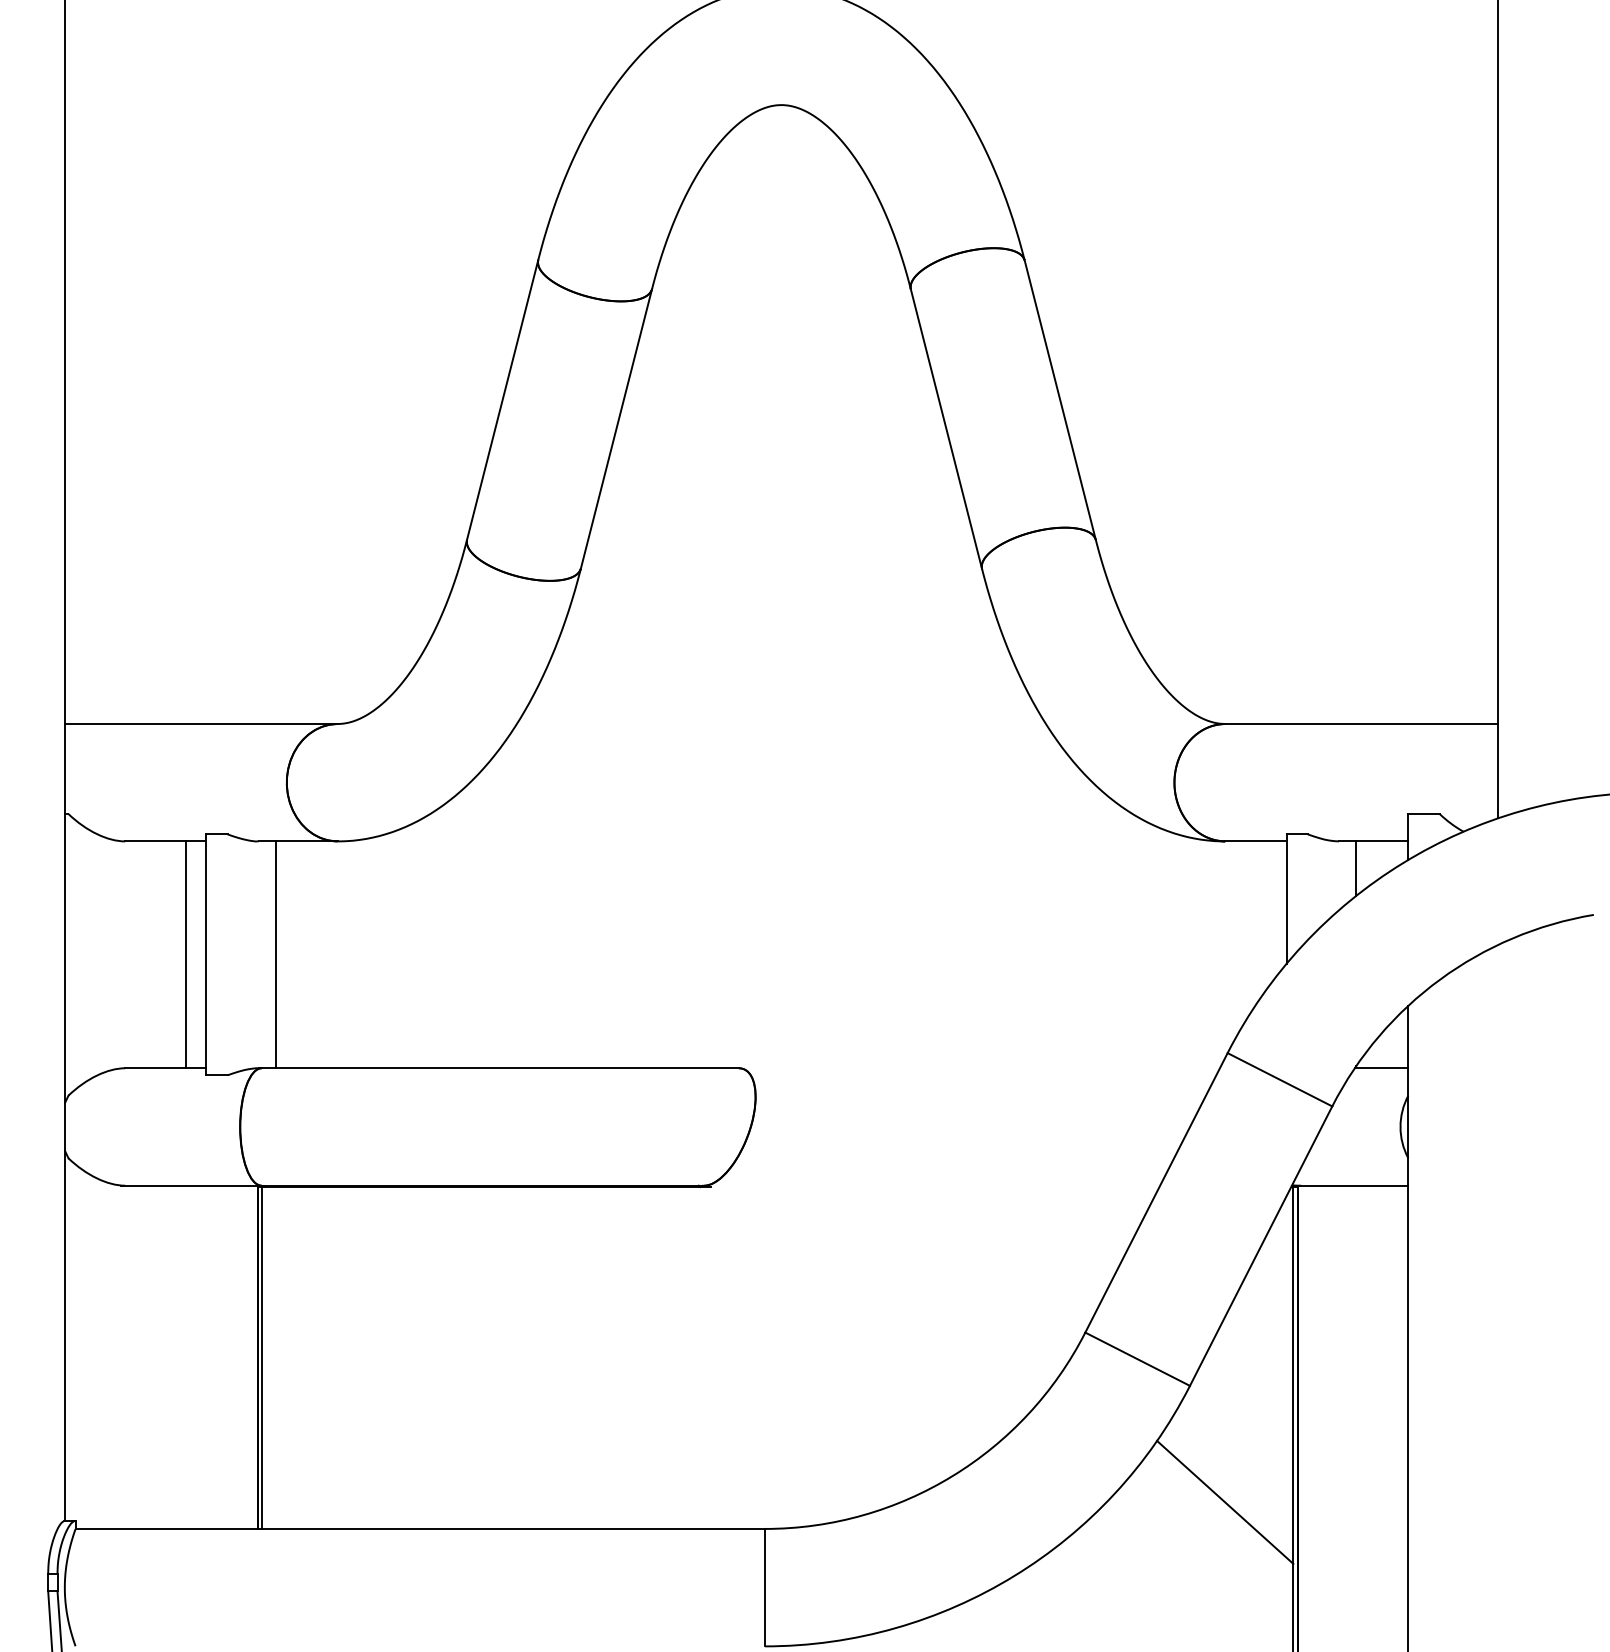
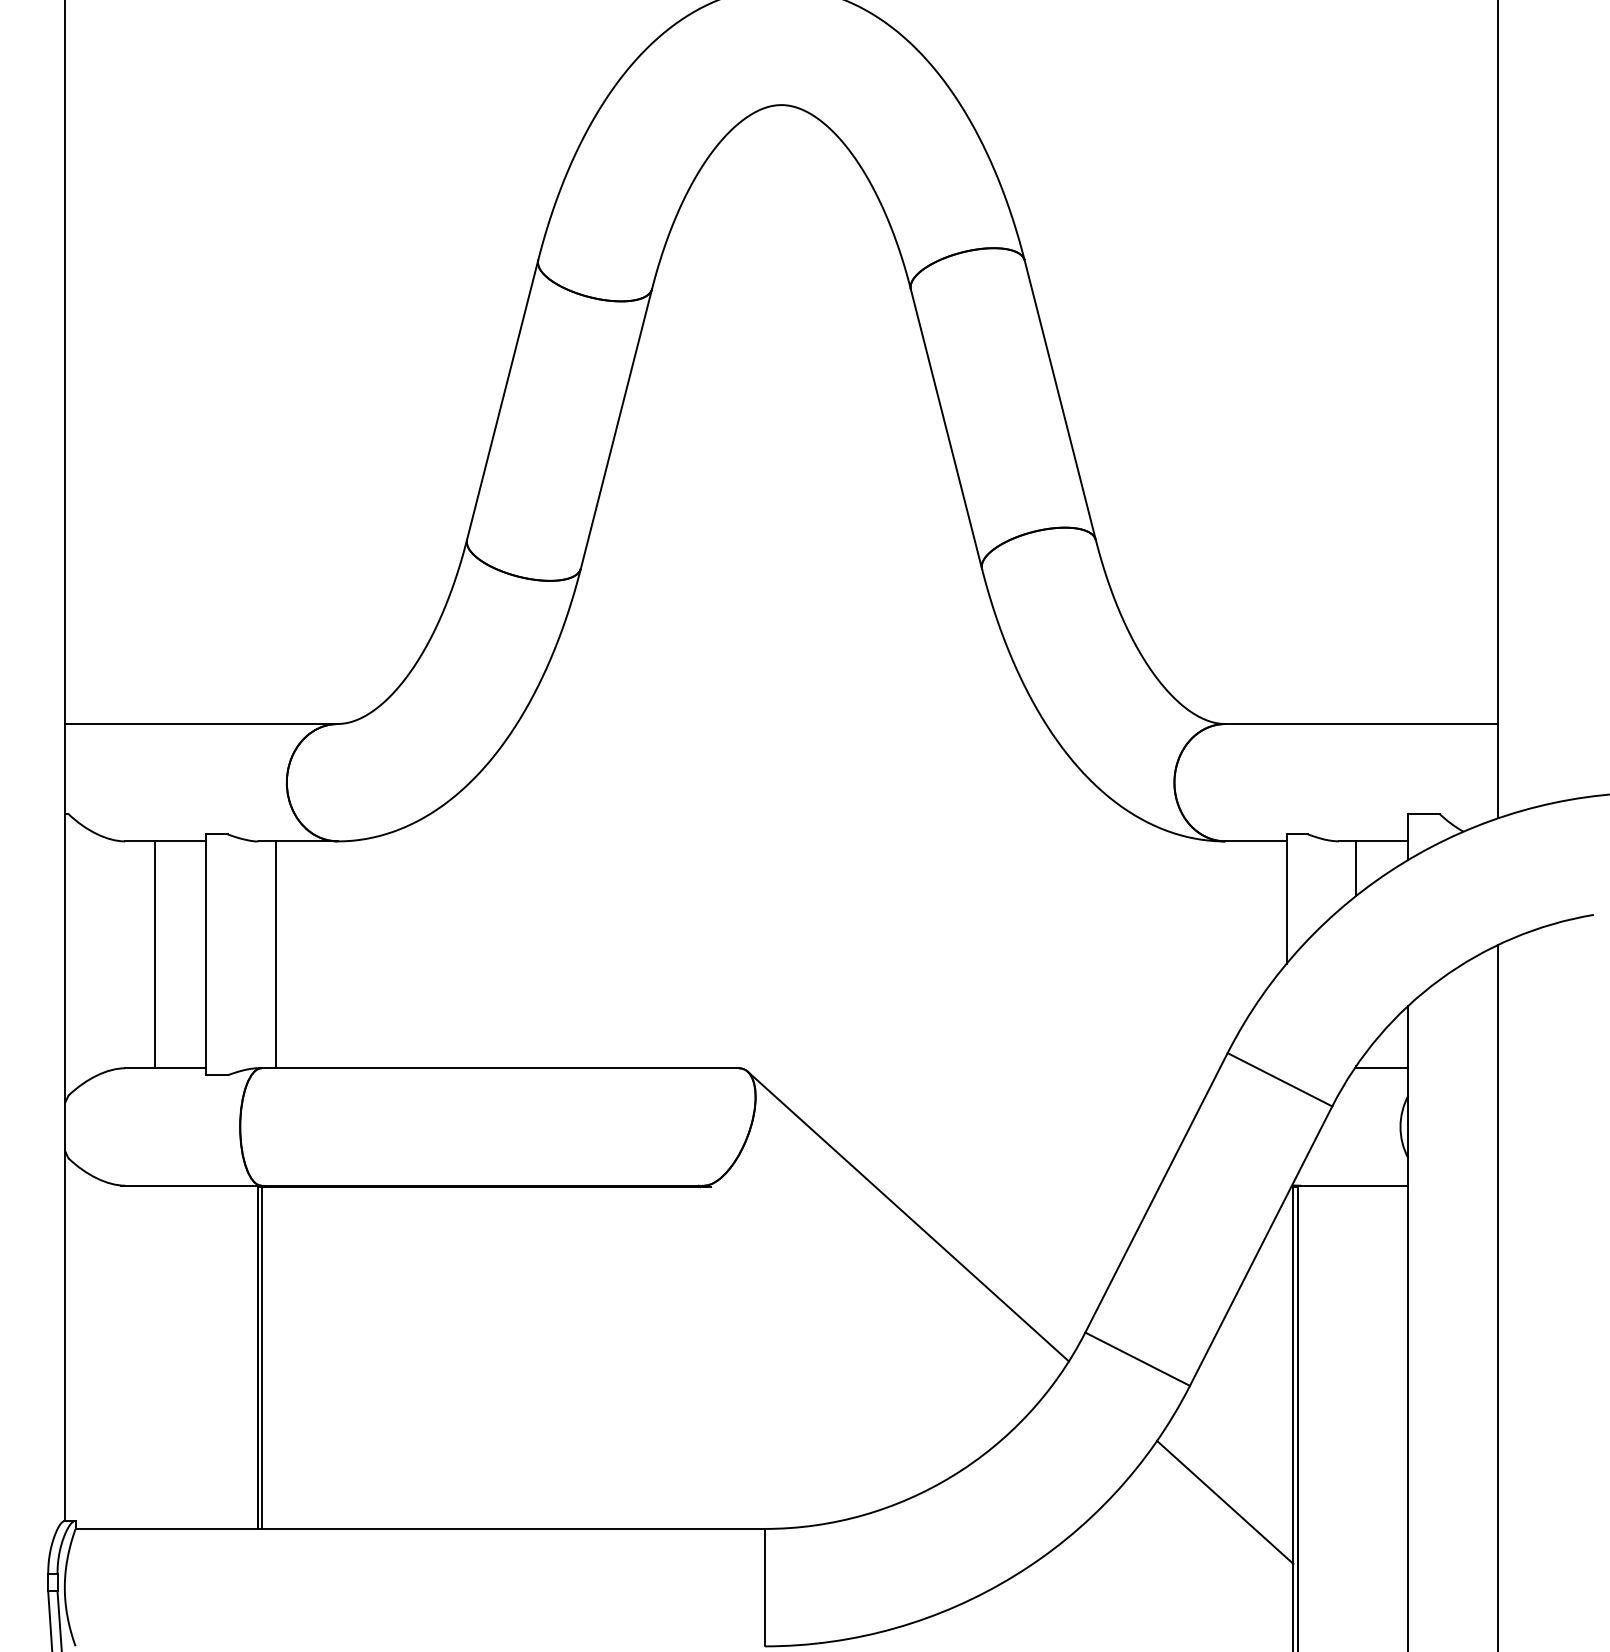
line at (185, 954) position: (185, 954) -> (154, 954)
line at (908, 1216): none -> present
line at (1497, 1296): none -> present
